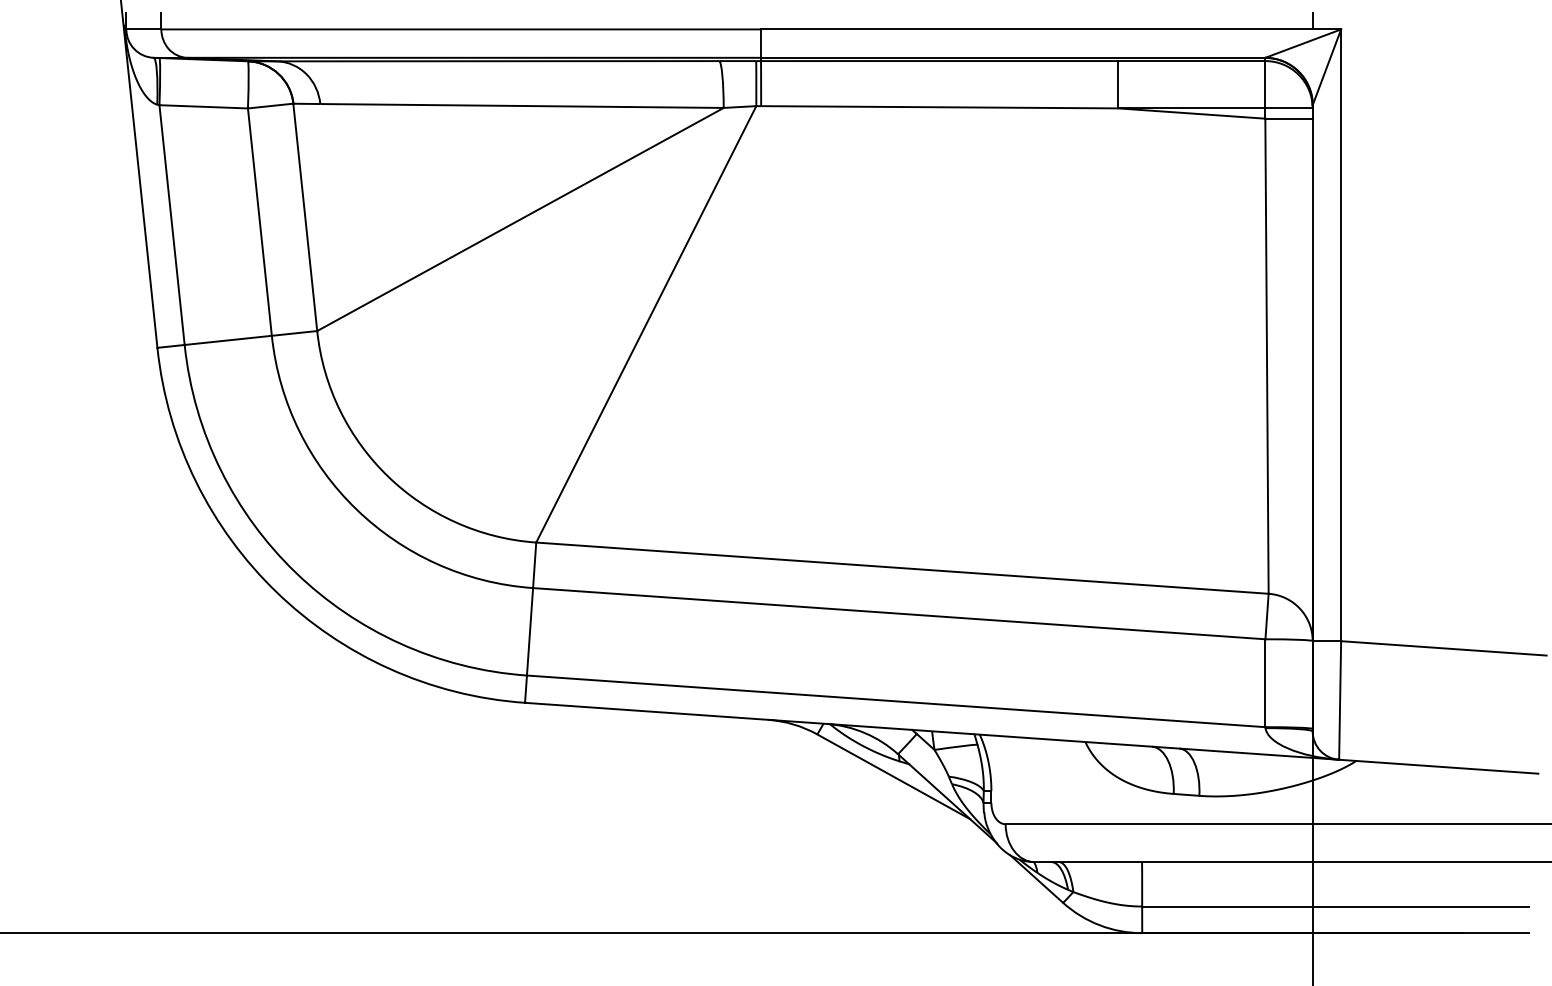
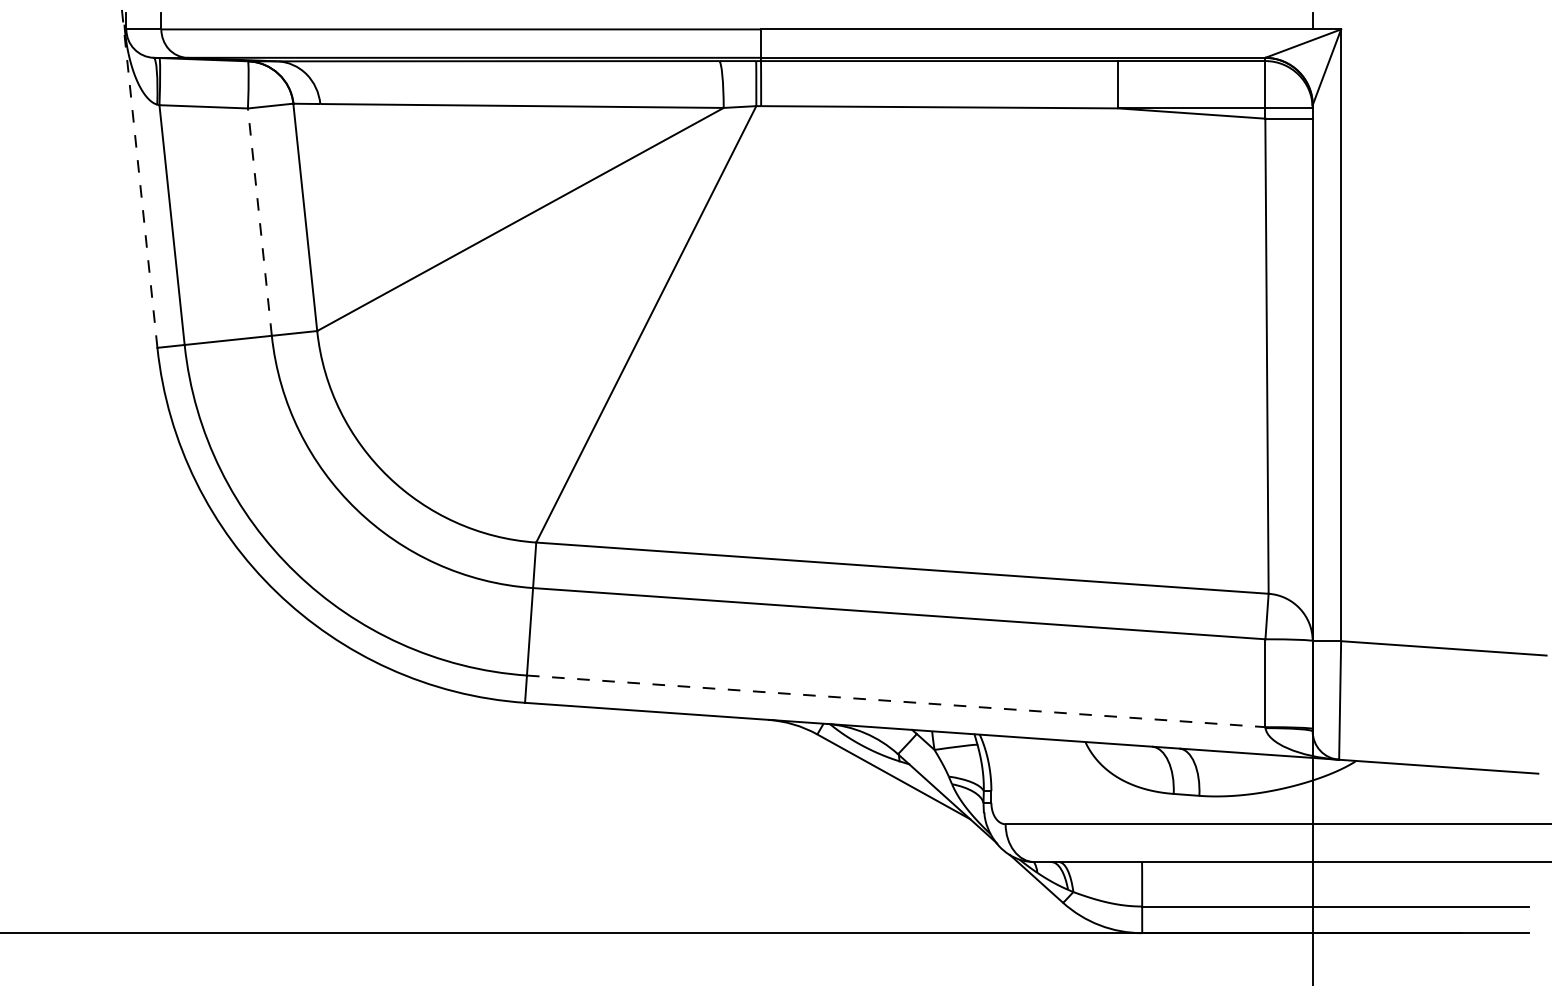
line at (139, 173): solid -> dashed
line at (259, 221): solid -> dashed
line at (896, 701): solid -> dashed
